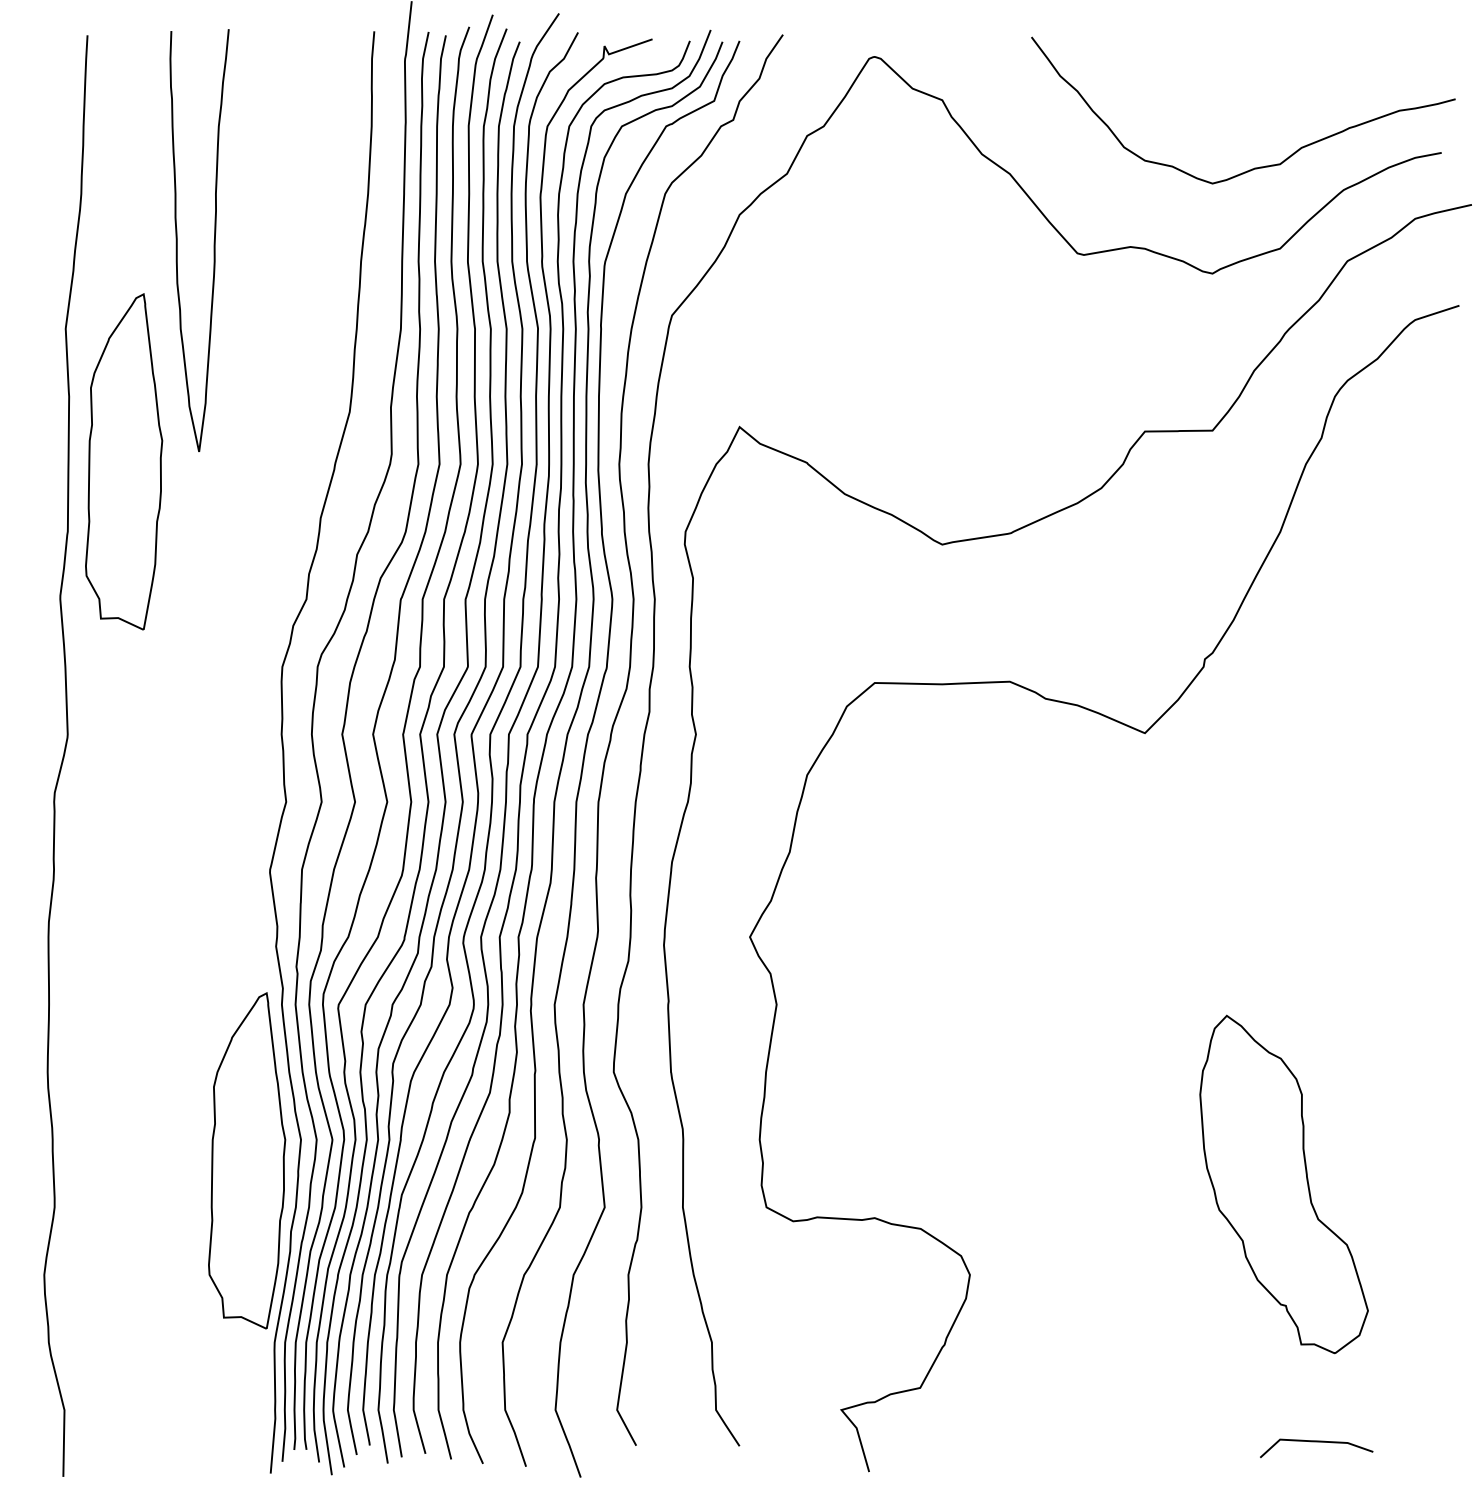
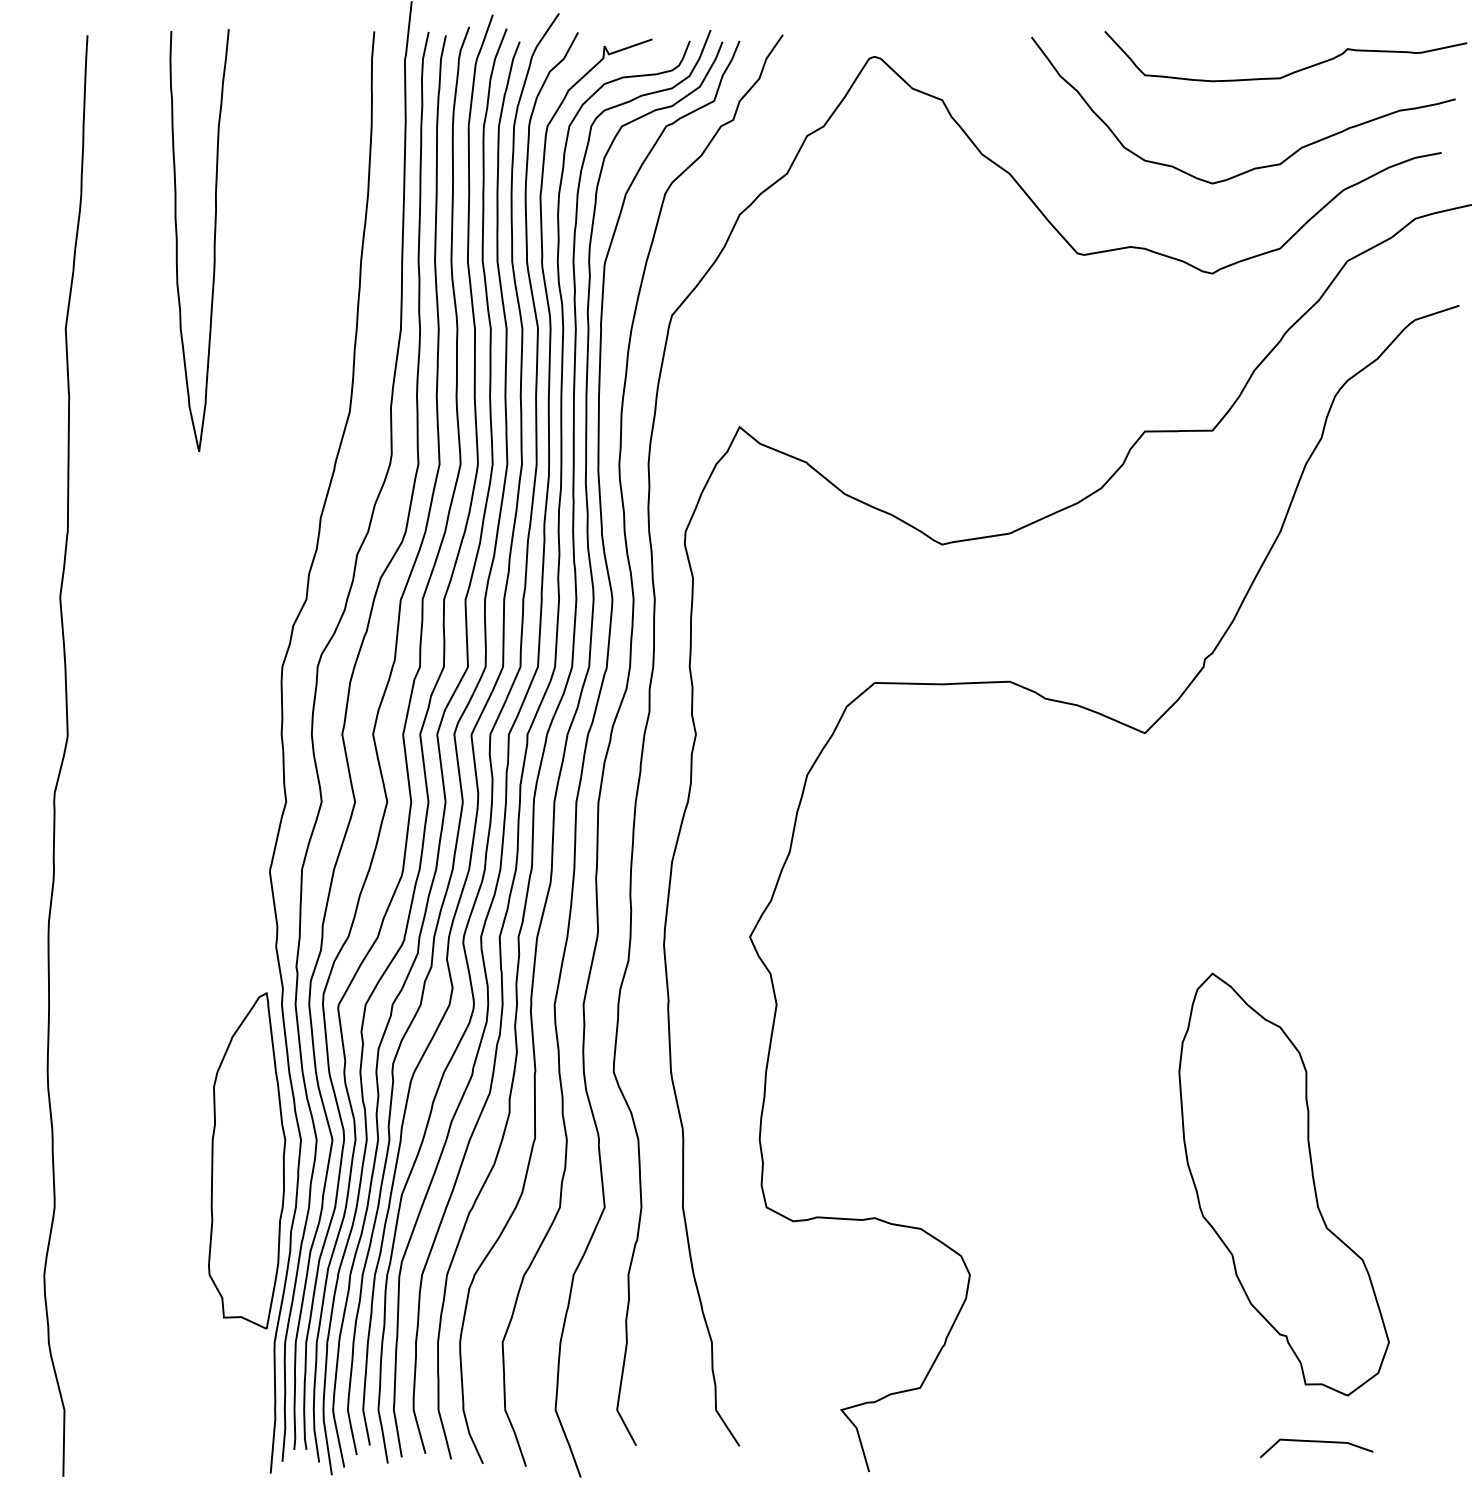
curve at (1293, 71): none -> present
part at (124, 461): present -> none
part at (1283, 1184) size: 170x341 px -> 212x425 px
